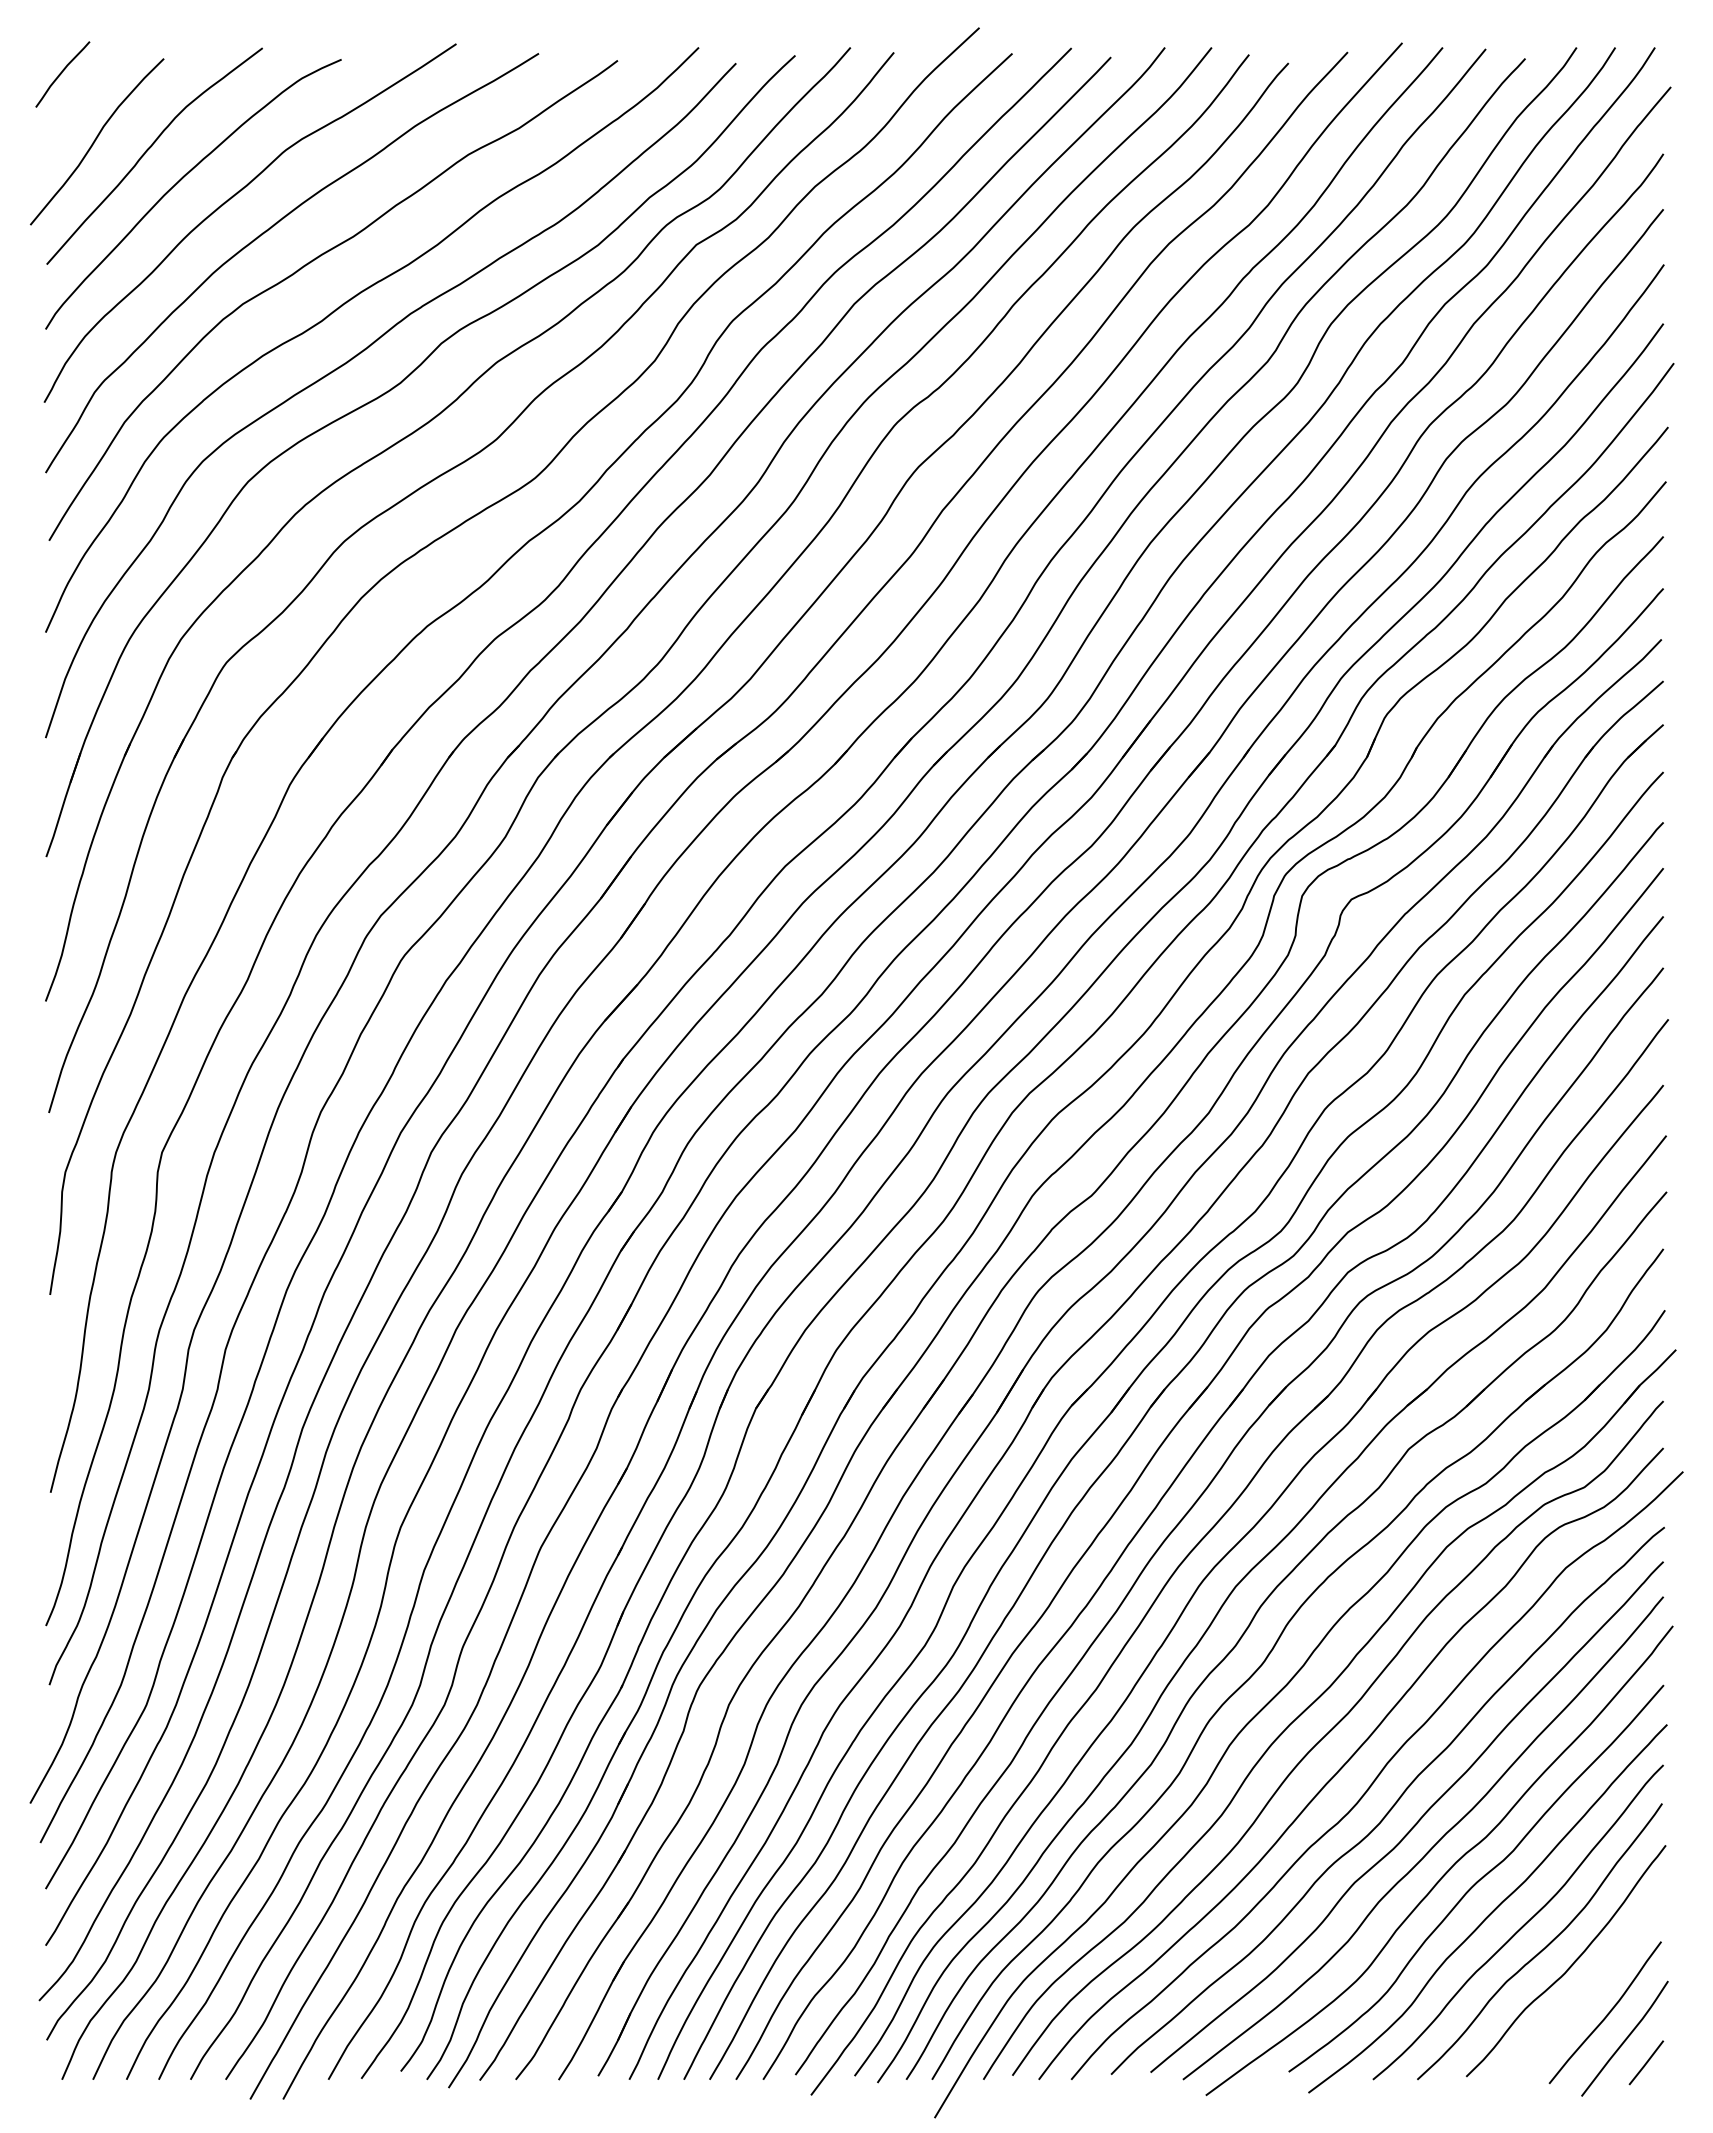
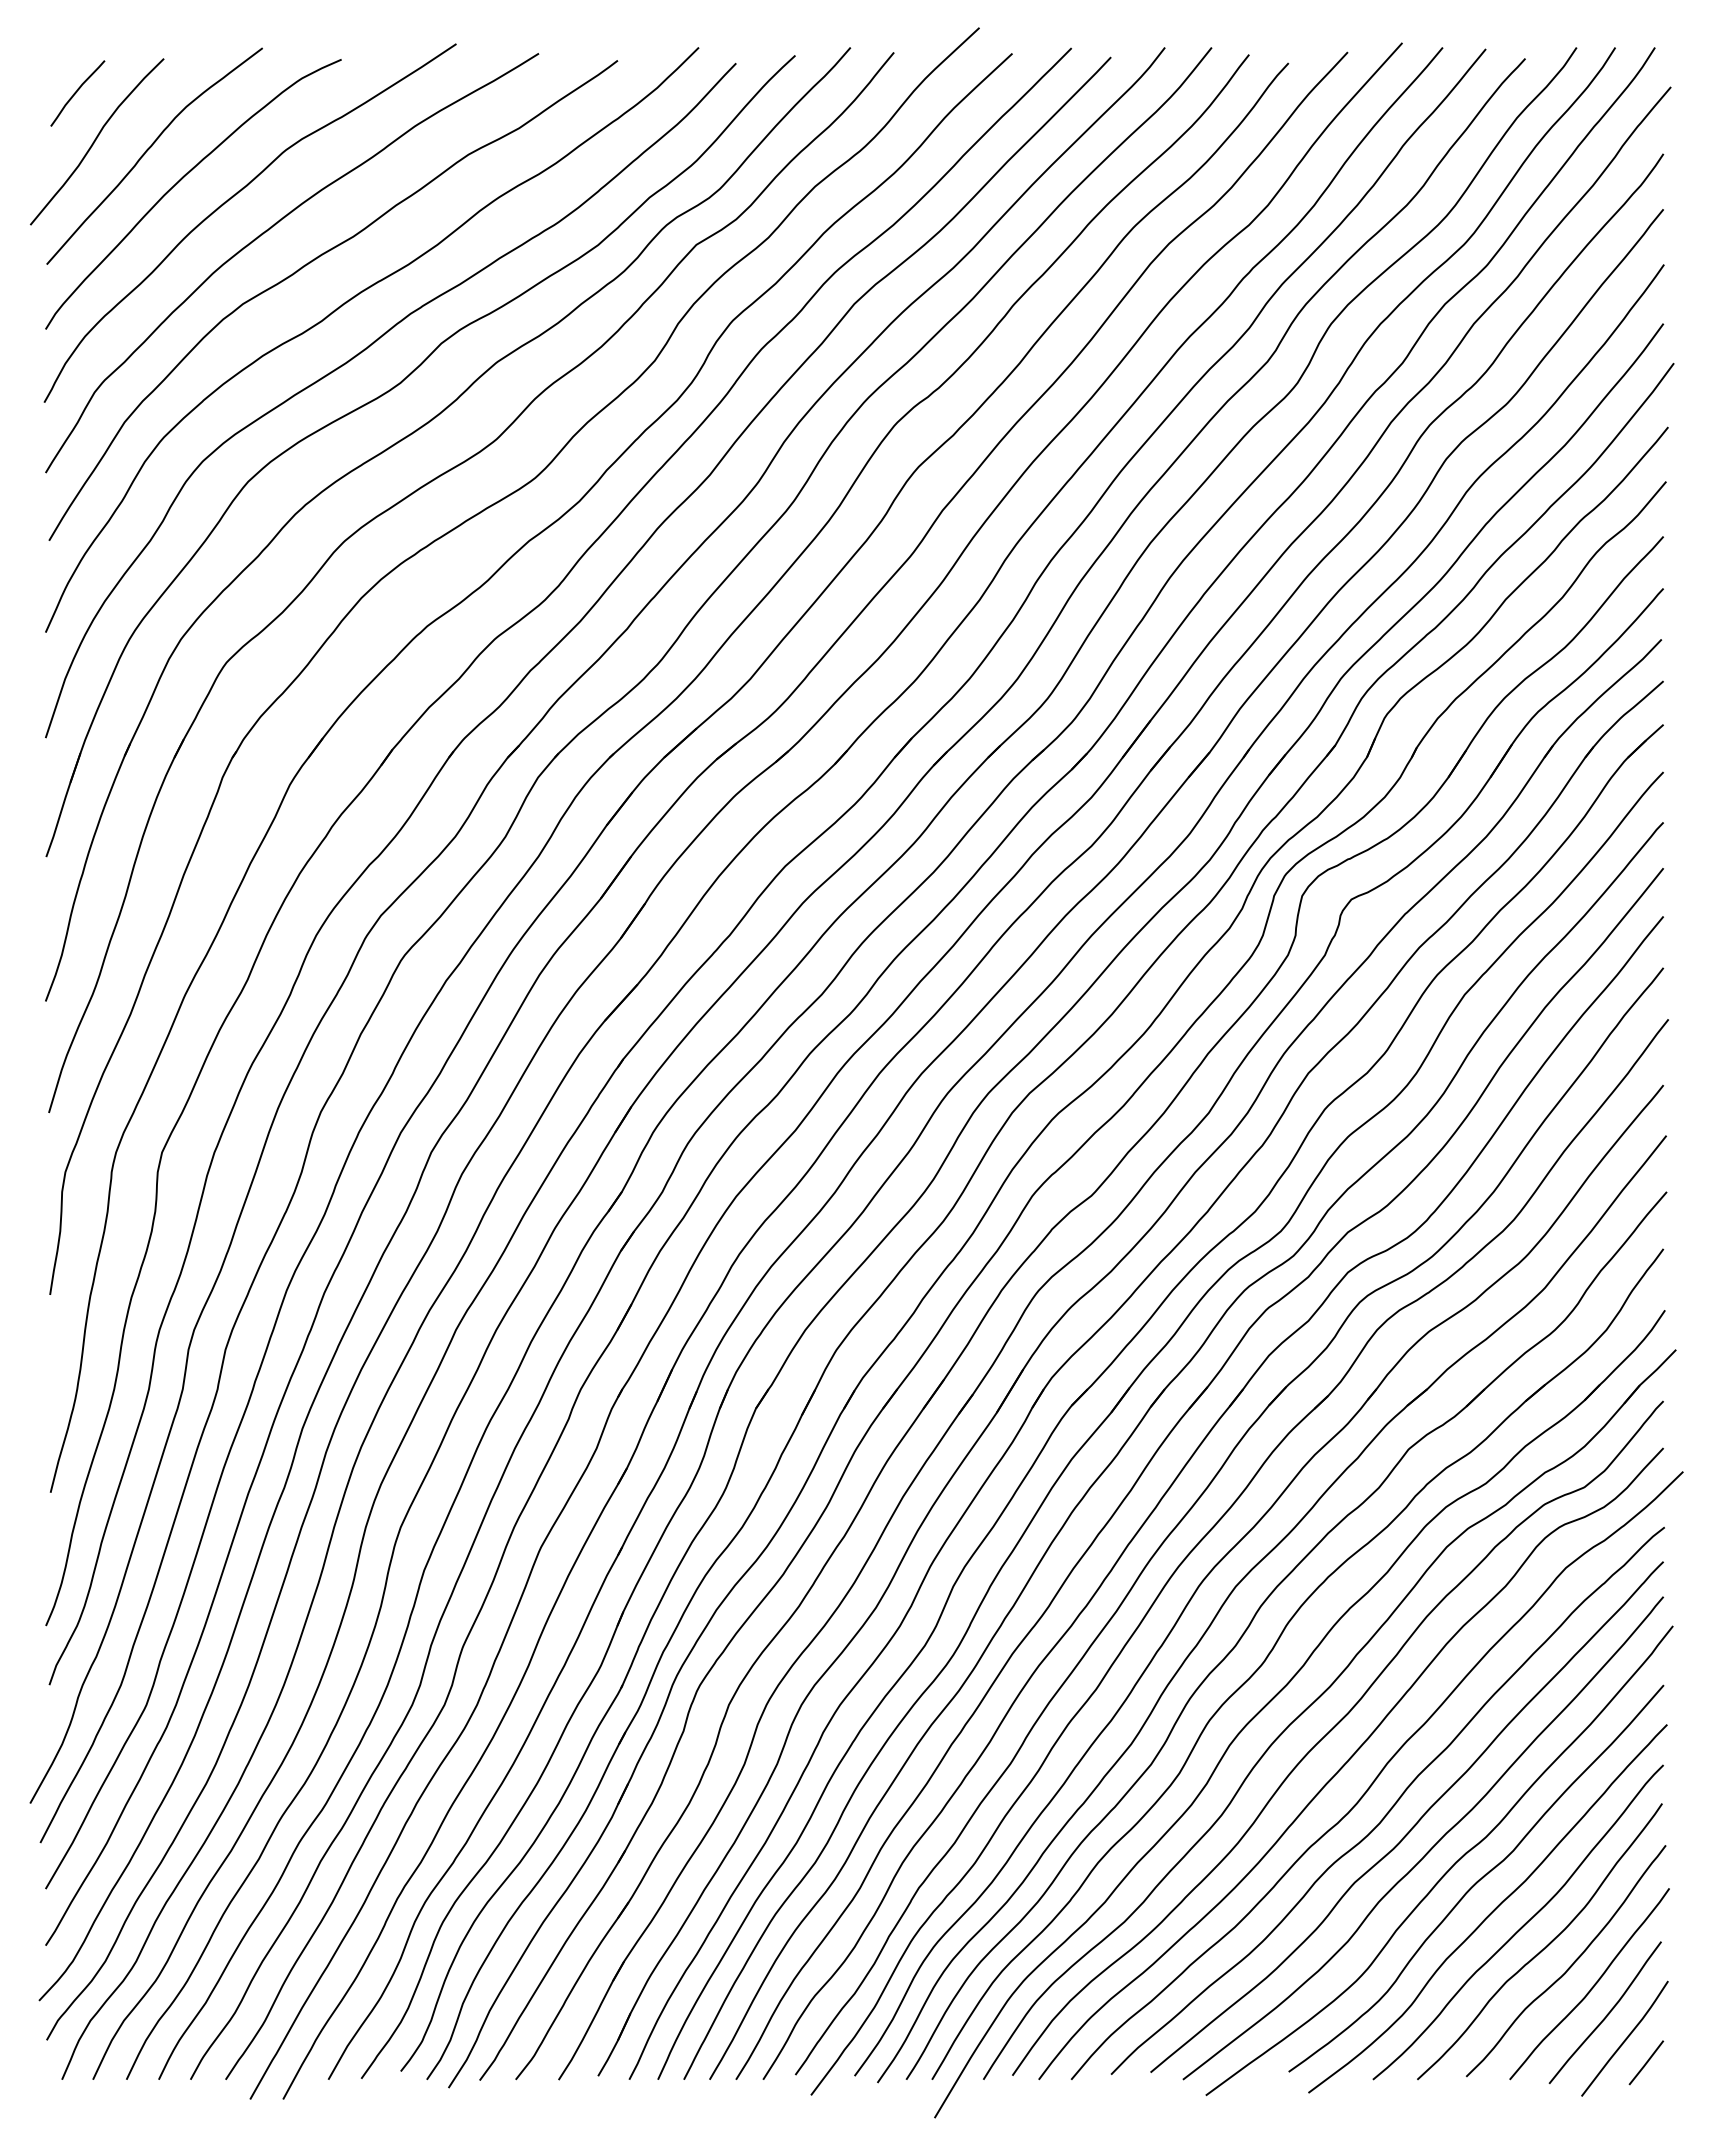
curve at (62, 73) position: (62, 73) -> (77, 92)
curve at (1592, 1986): none -> present
